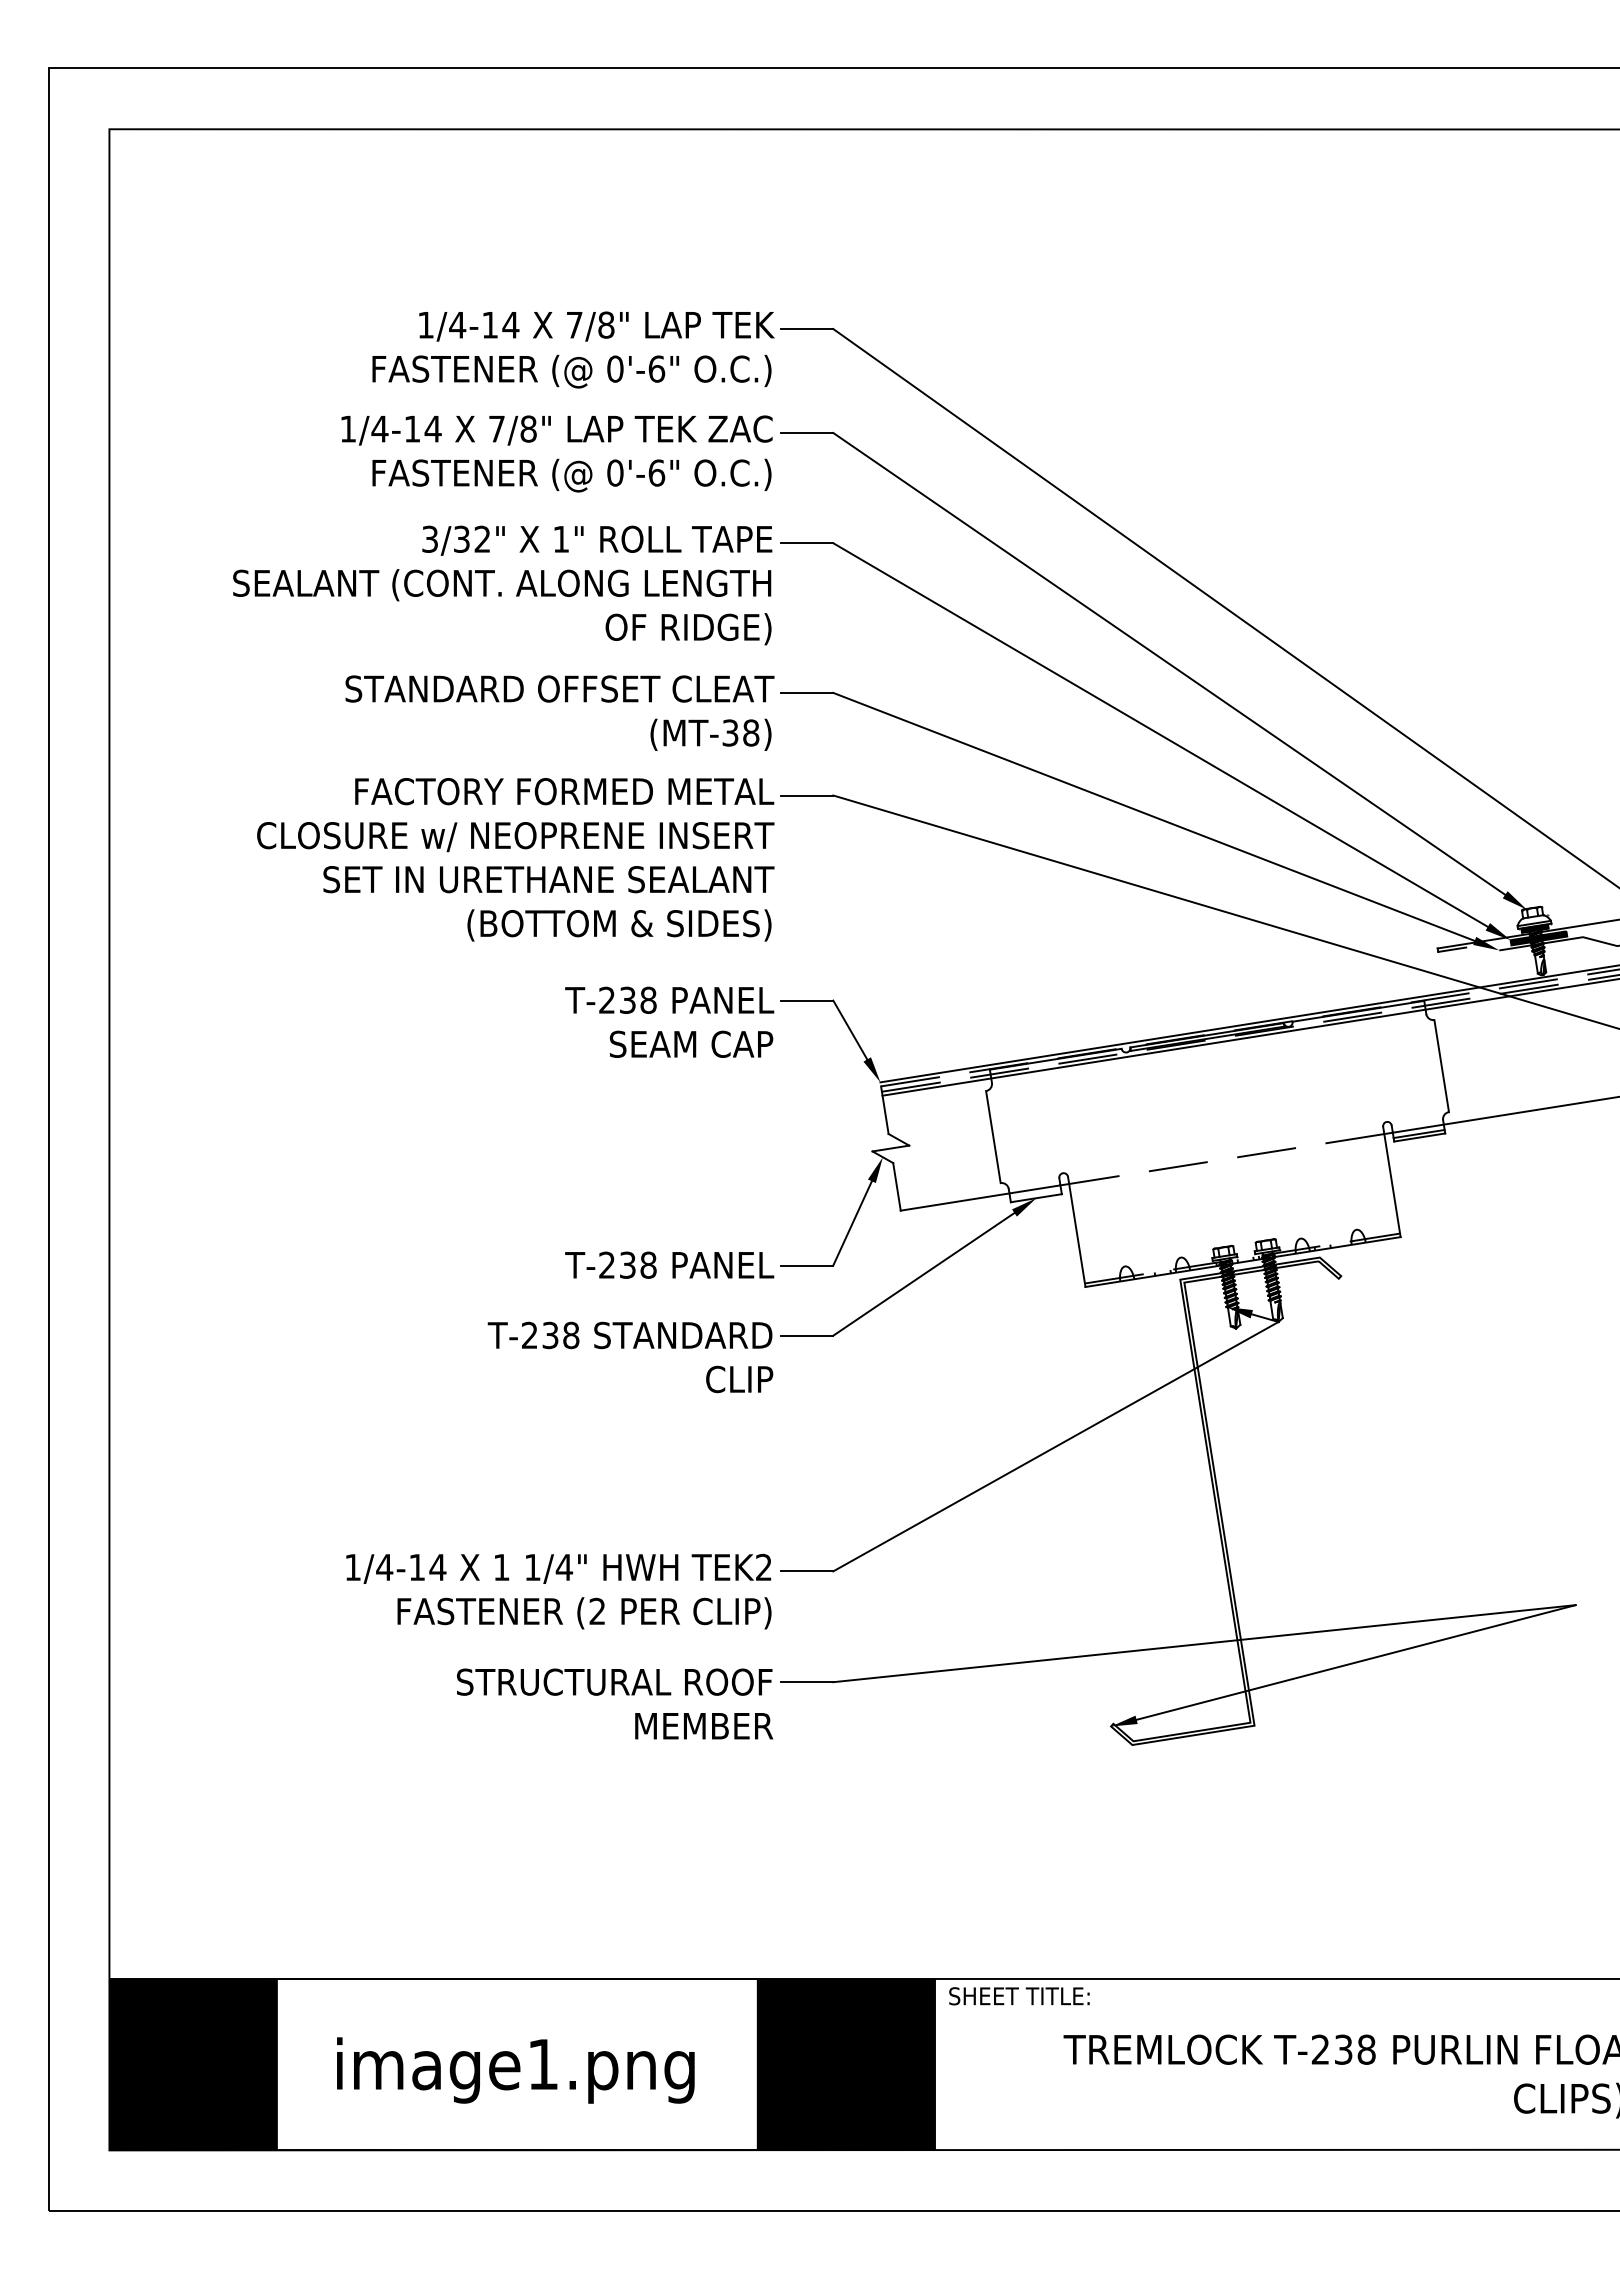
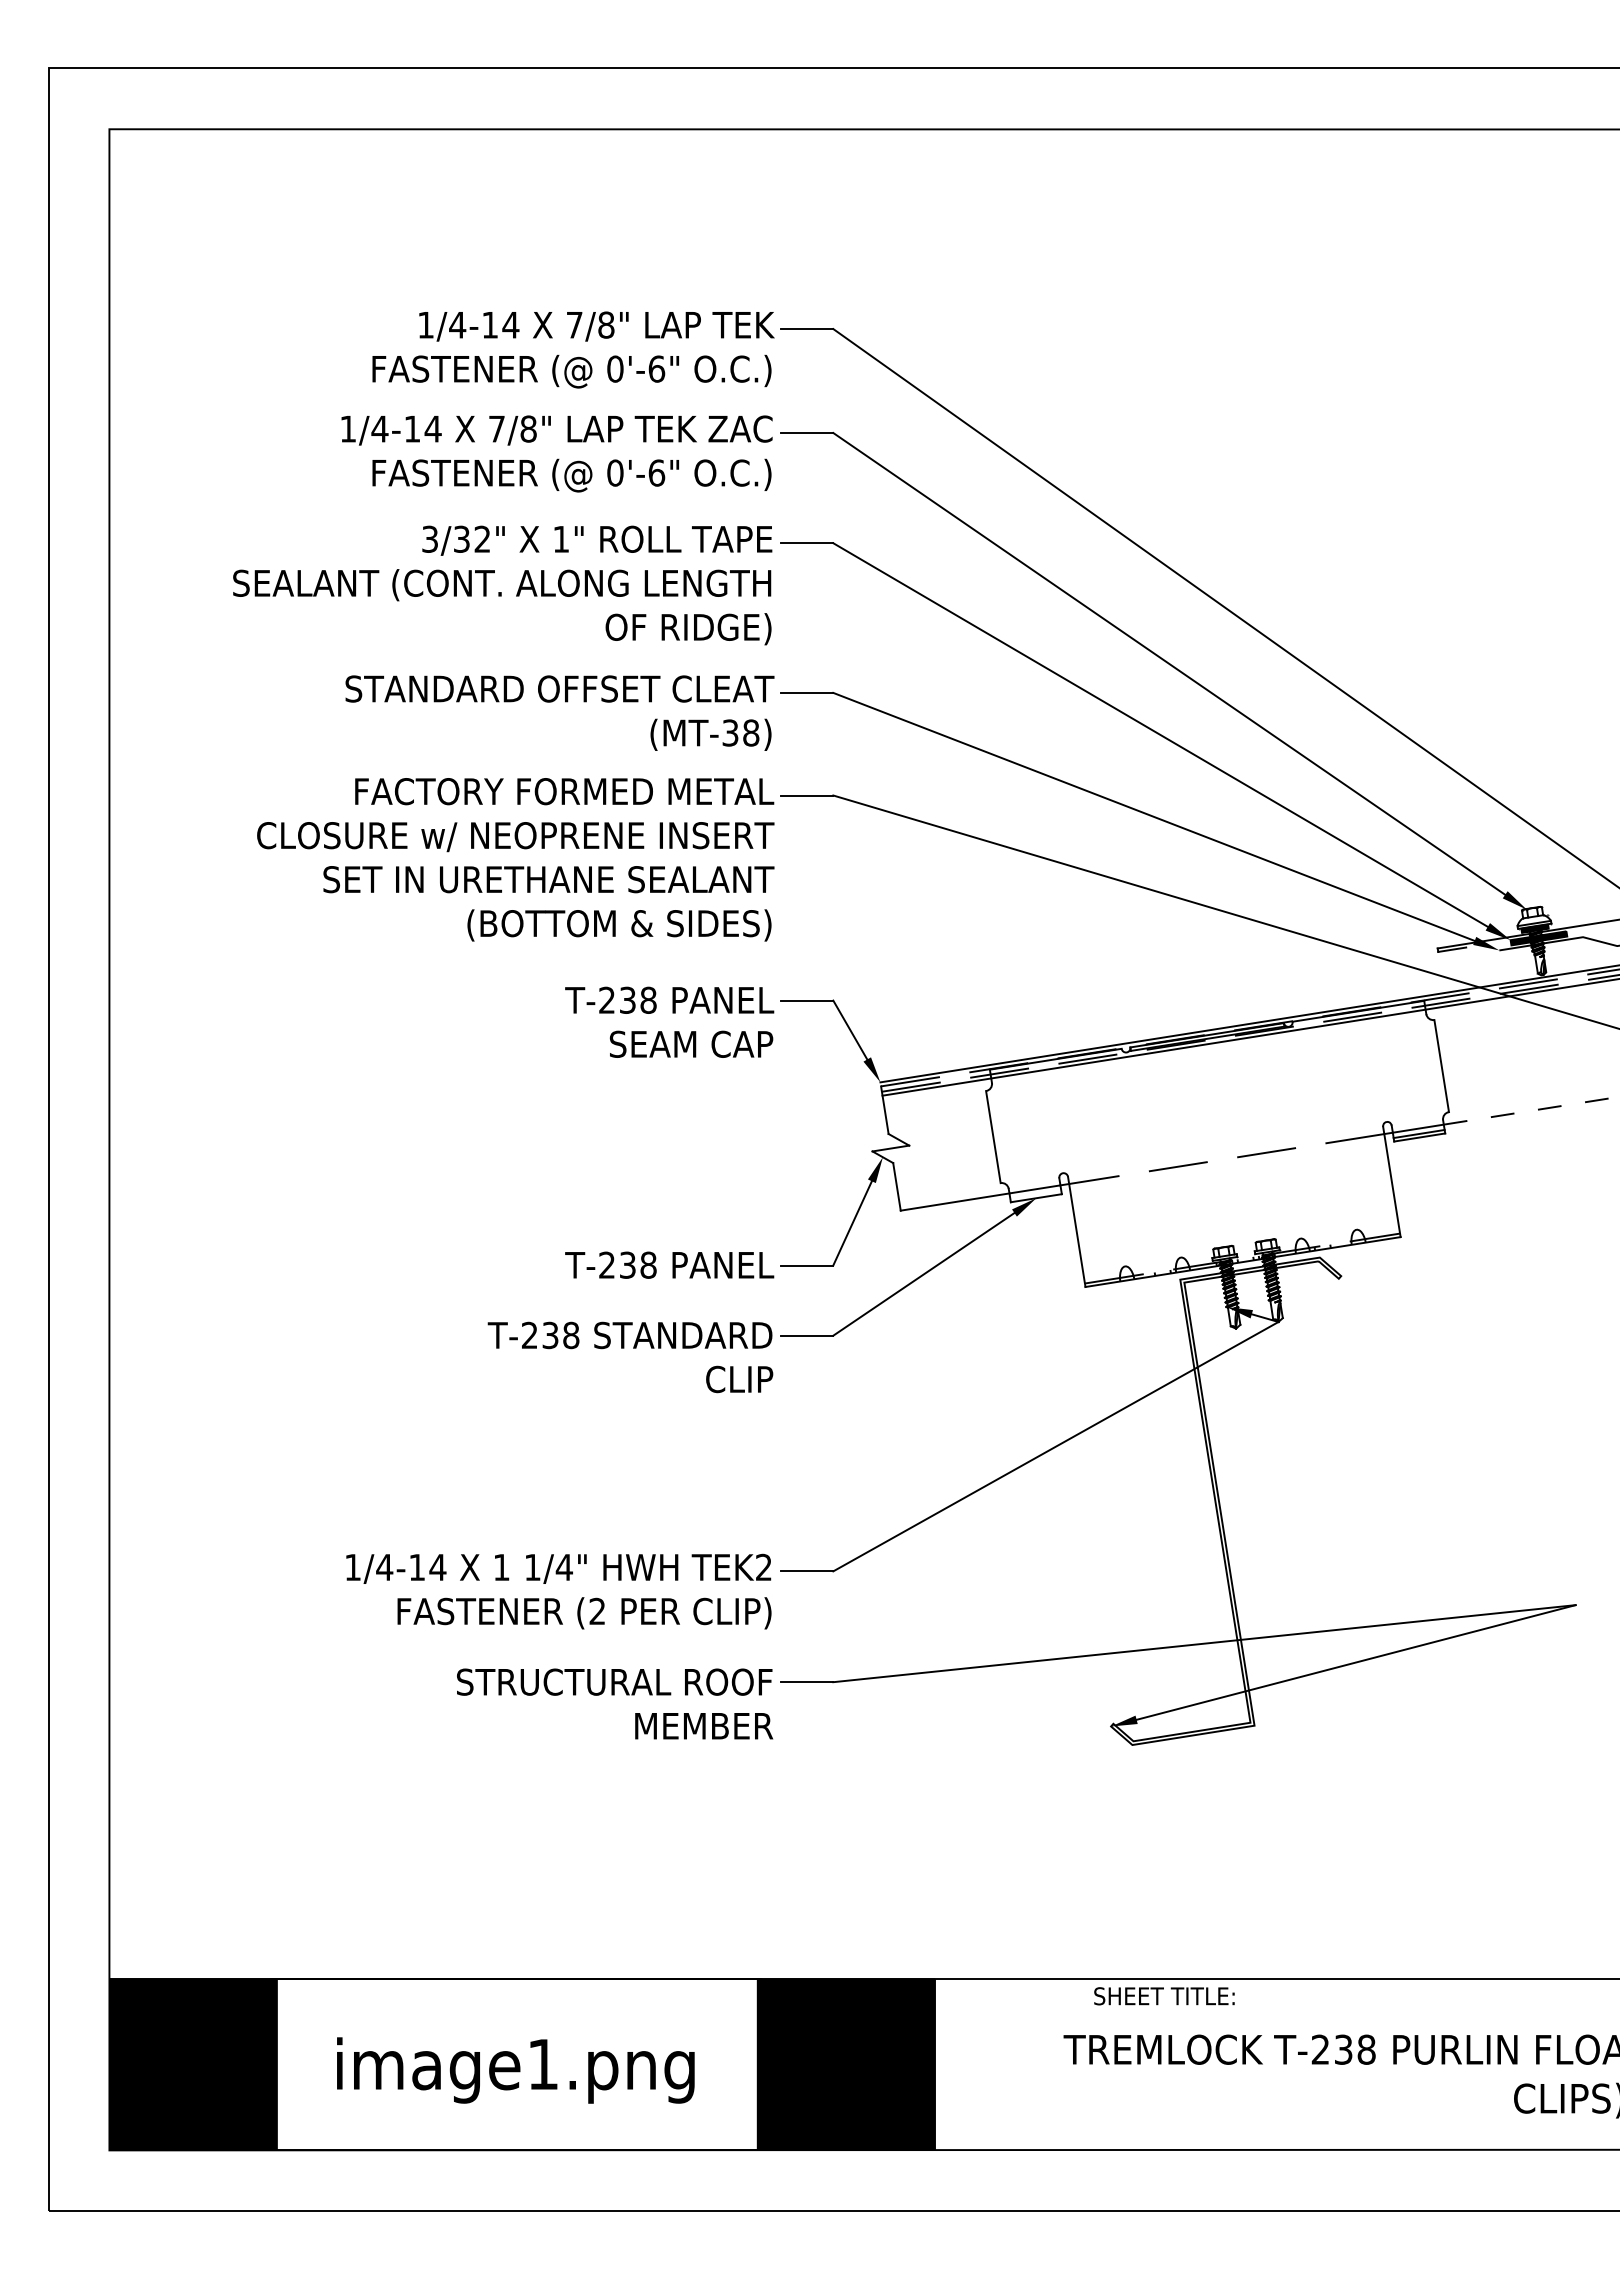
line at (1531, 1110): solid -> dashed
text at (1019, 1996) position: (1019, 1996) -> (1164, 1996)
